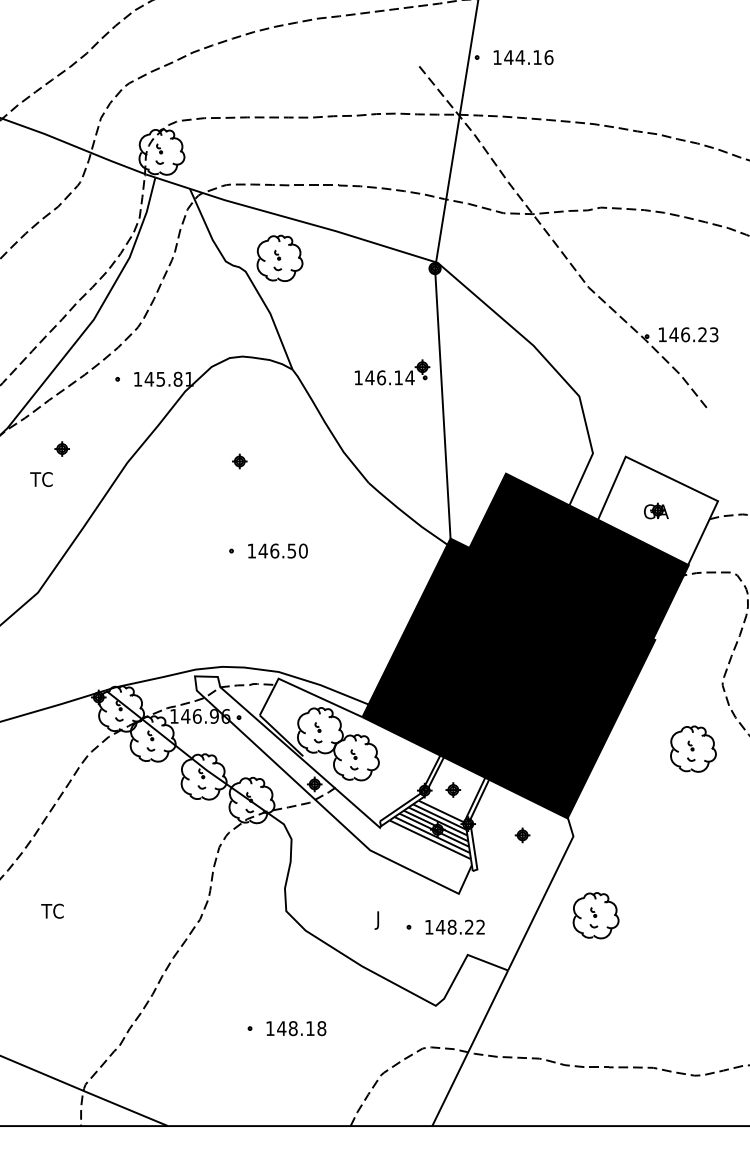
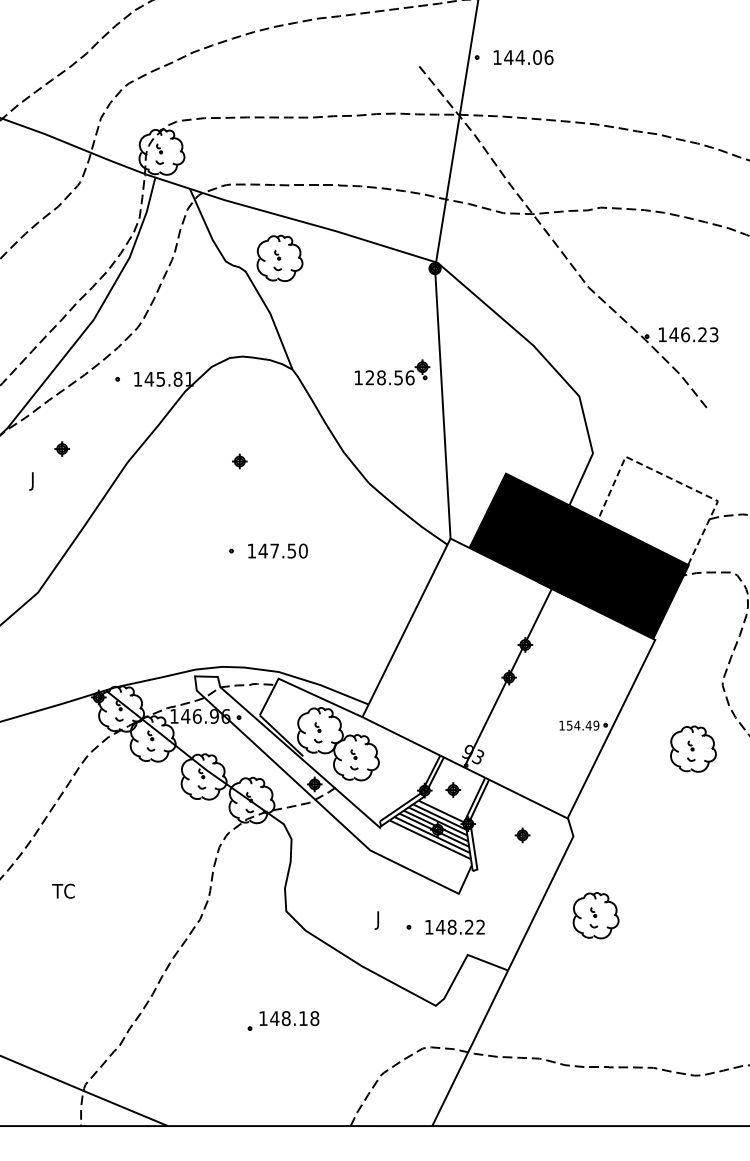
text at (537, 57): 144.16 -> 144.06
text at (389, 377): 146.14 -> 128.56
line at (672, 479): solid -> dashed
text at (40, 481): TC -> J
part at (656, 510): present -> none
text at (274, 550): 146.50 -> 147.50
fill at (508, 678): present -> none
text at (52, 910) position: (52, 910) -> (63, 890)
text at (296, 1028) position: (296, 1028) -> (289, 1018)
